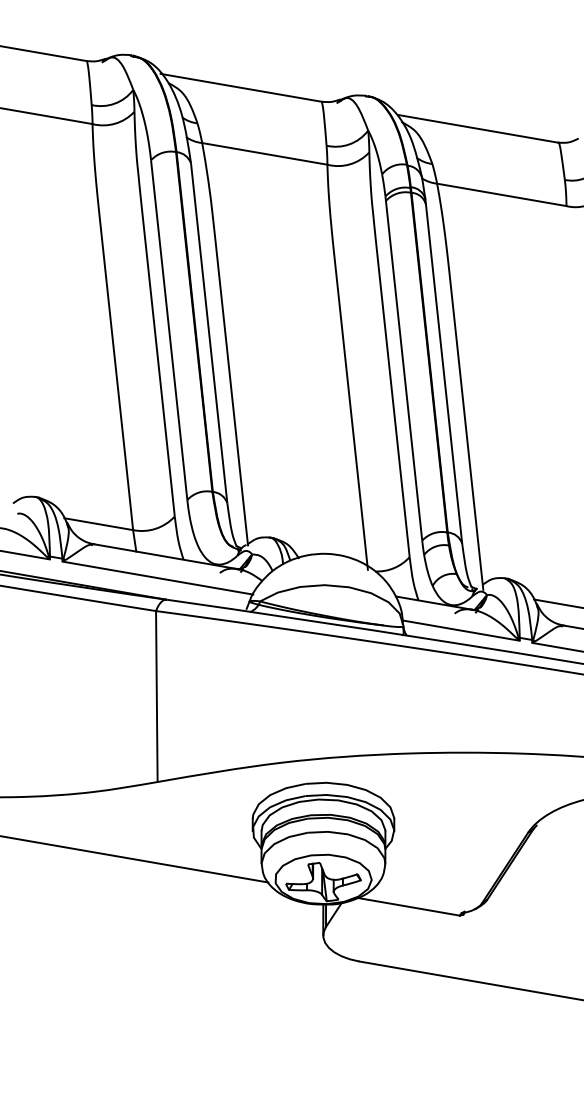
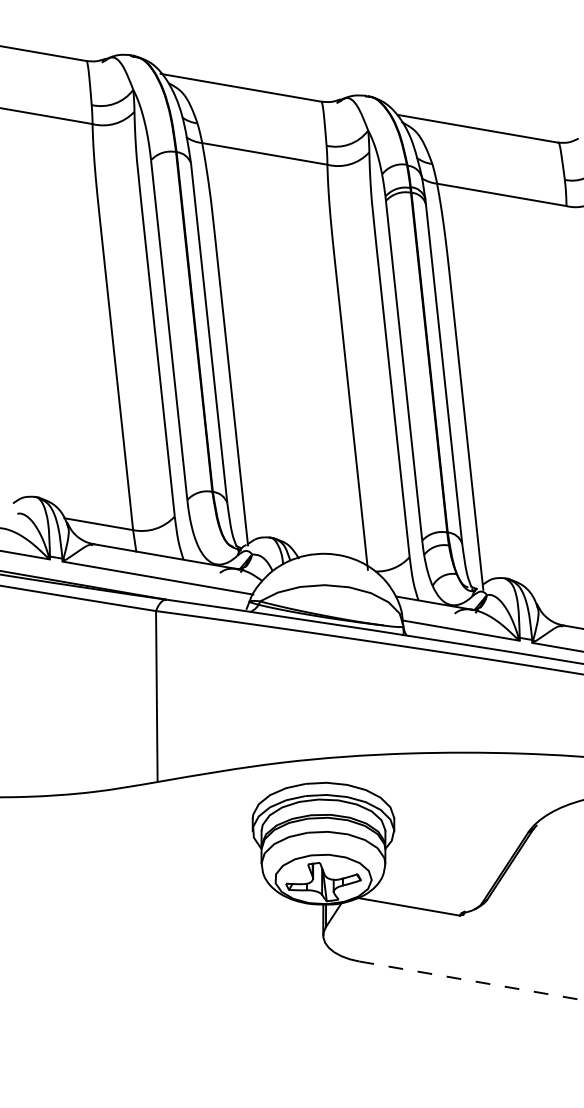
line at (557, 603): present -> none
line at (135, 859): present -> none
line at (471, 980): solid -> dashed
